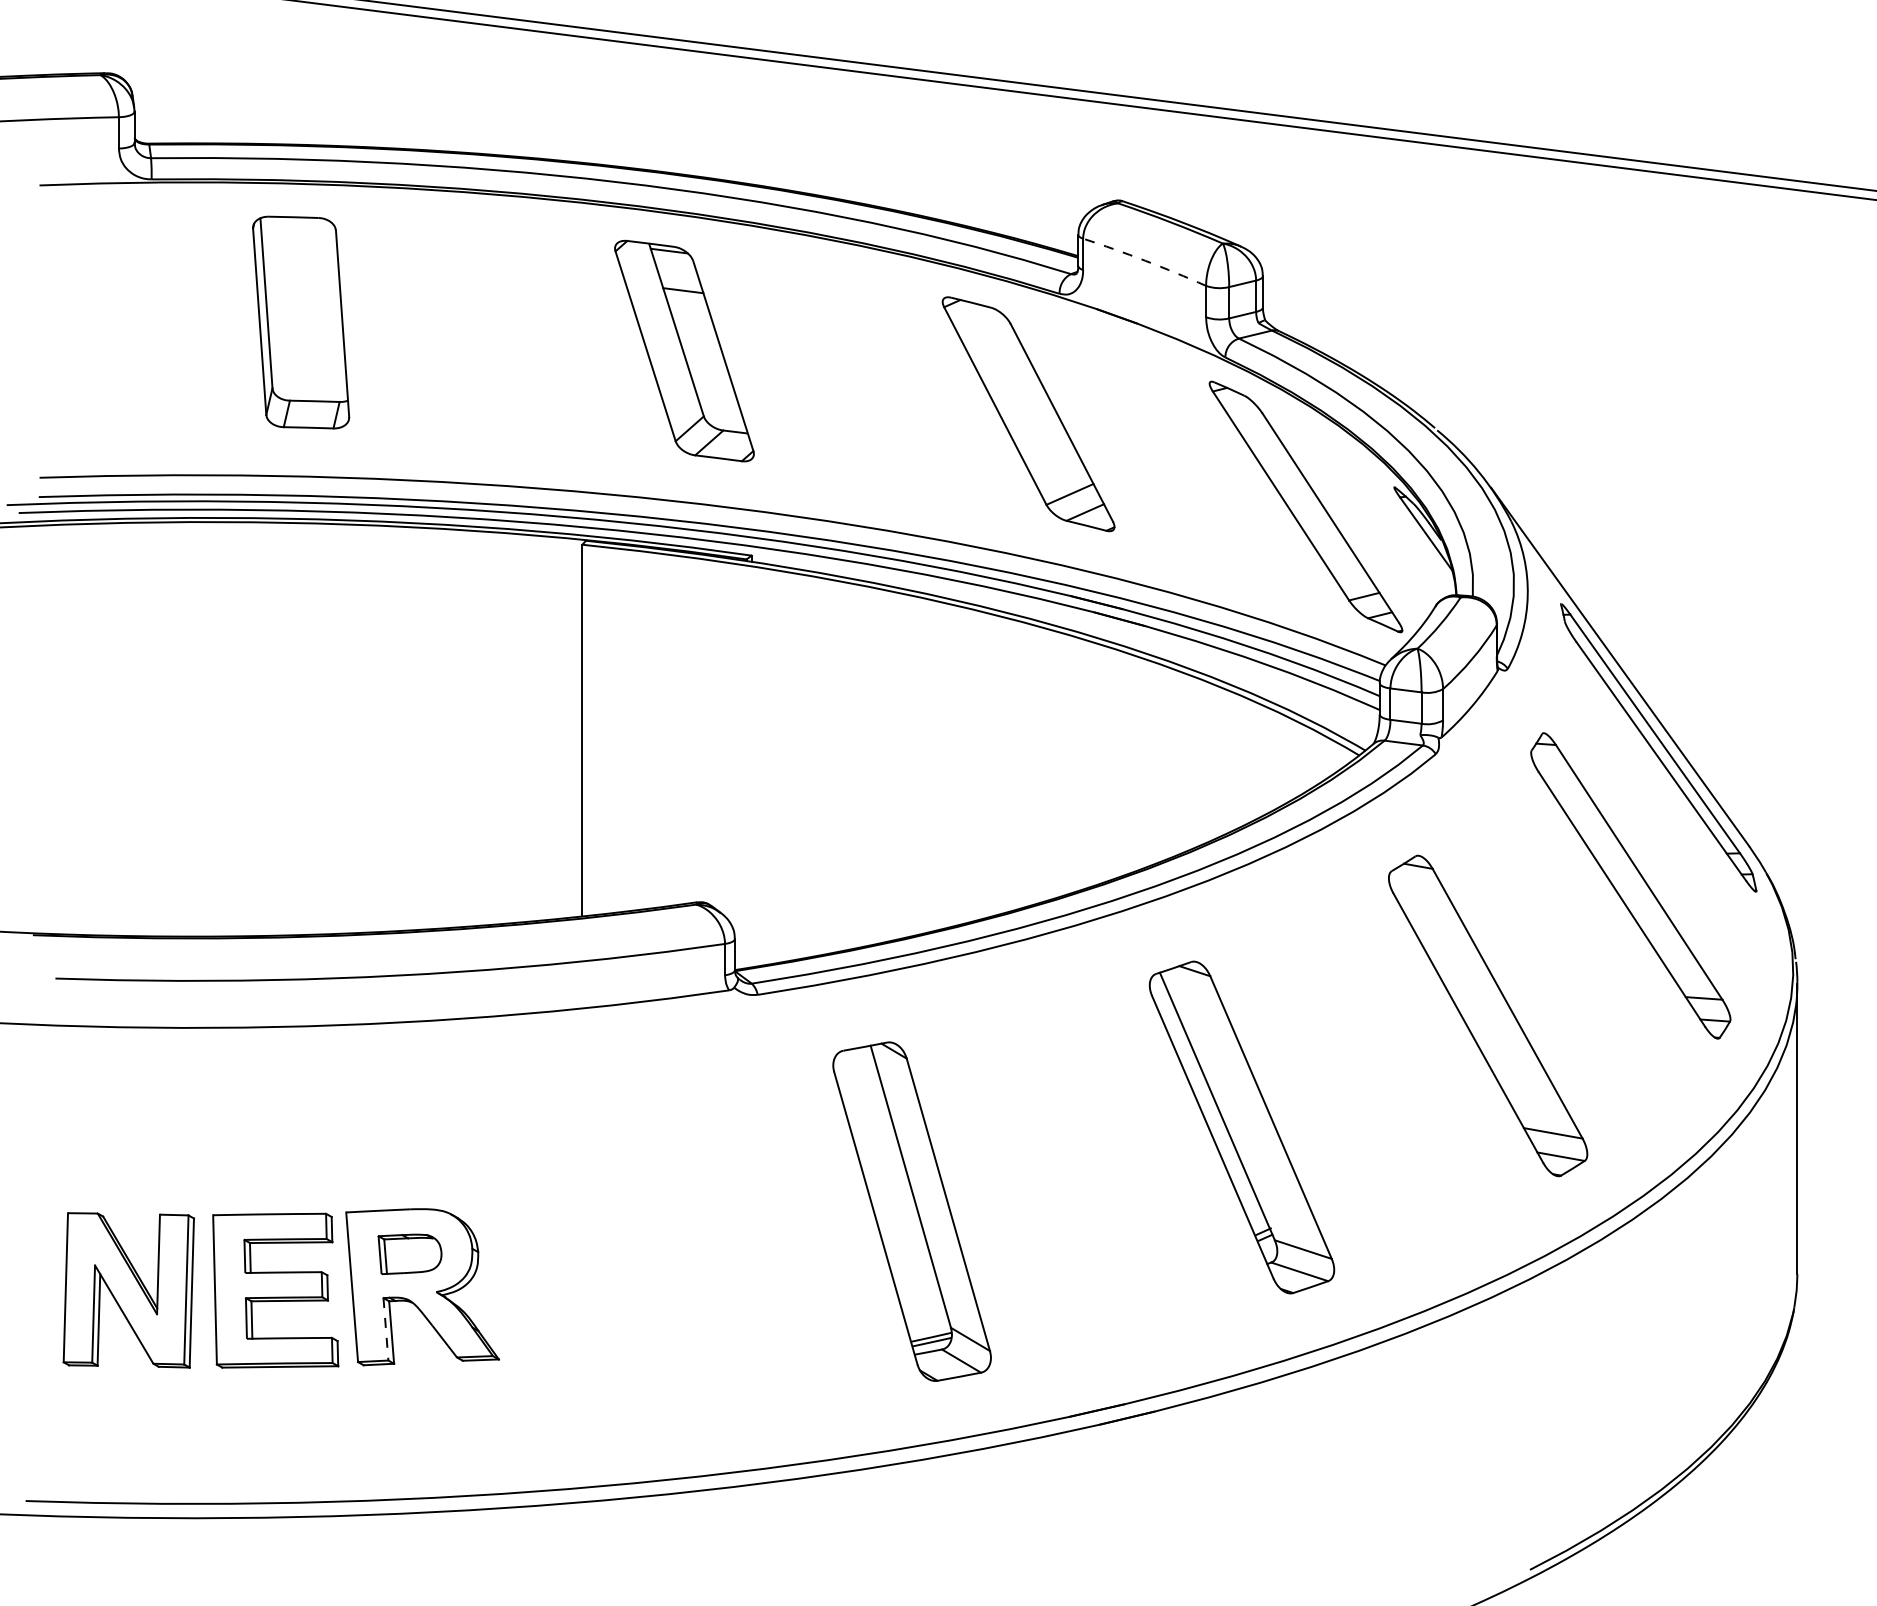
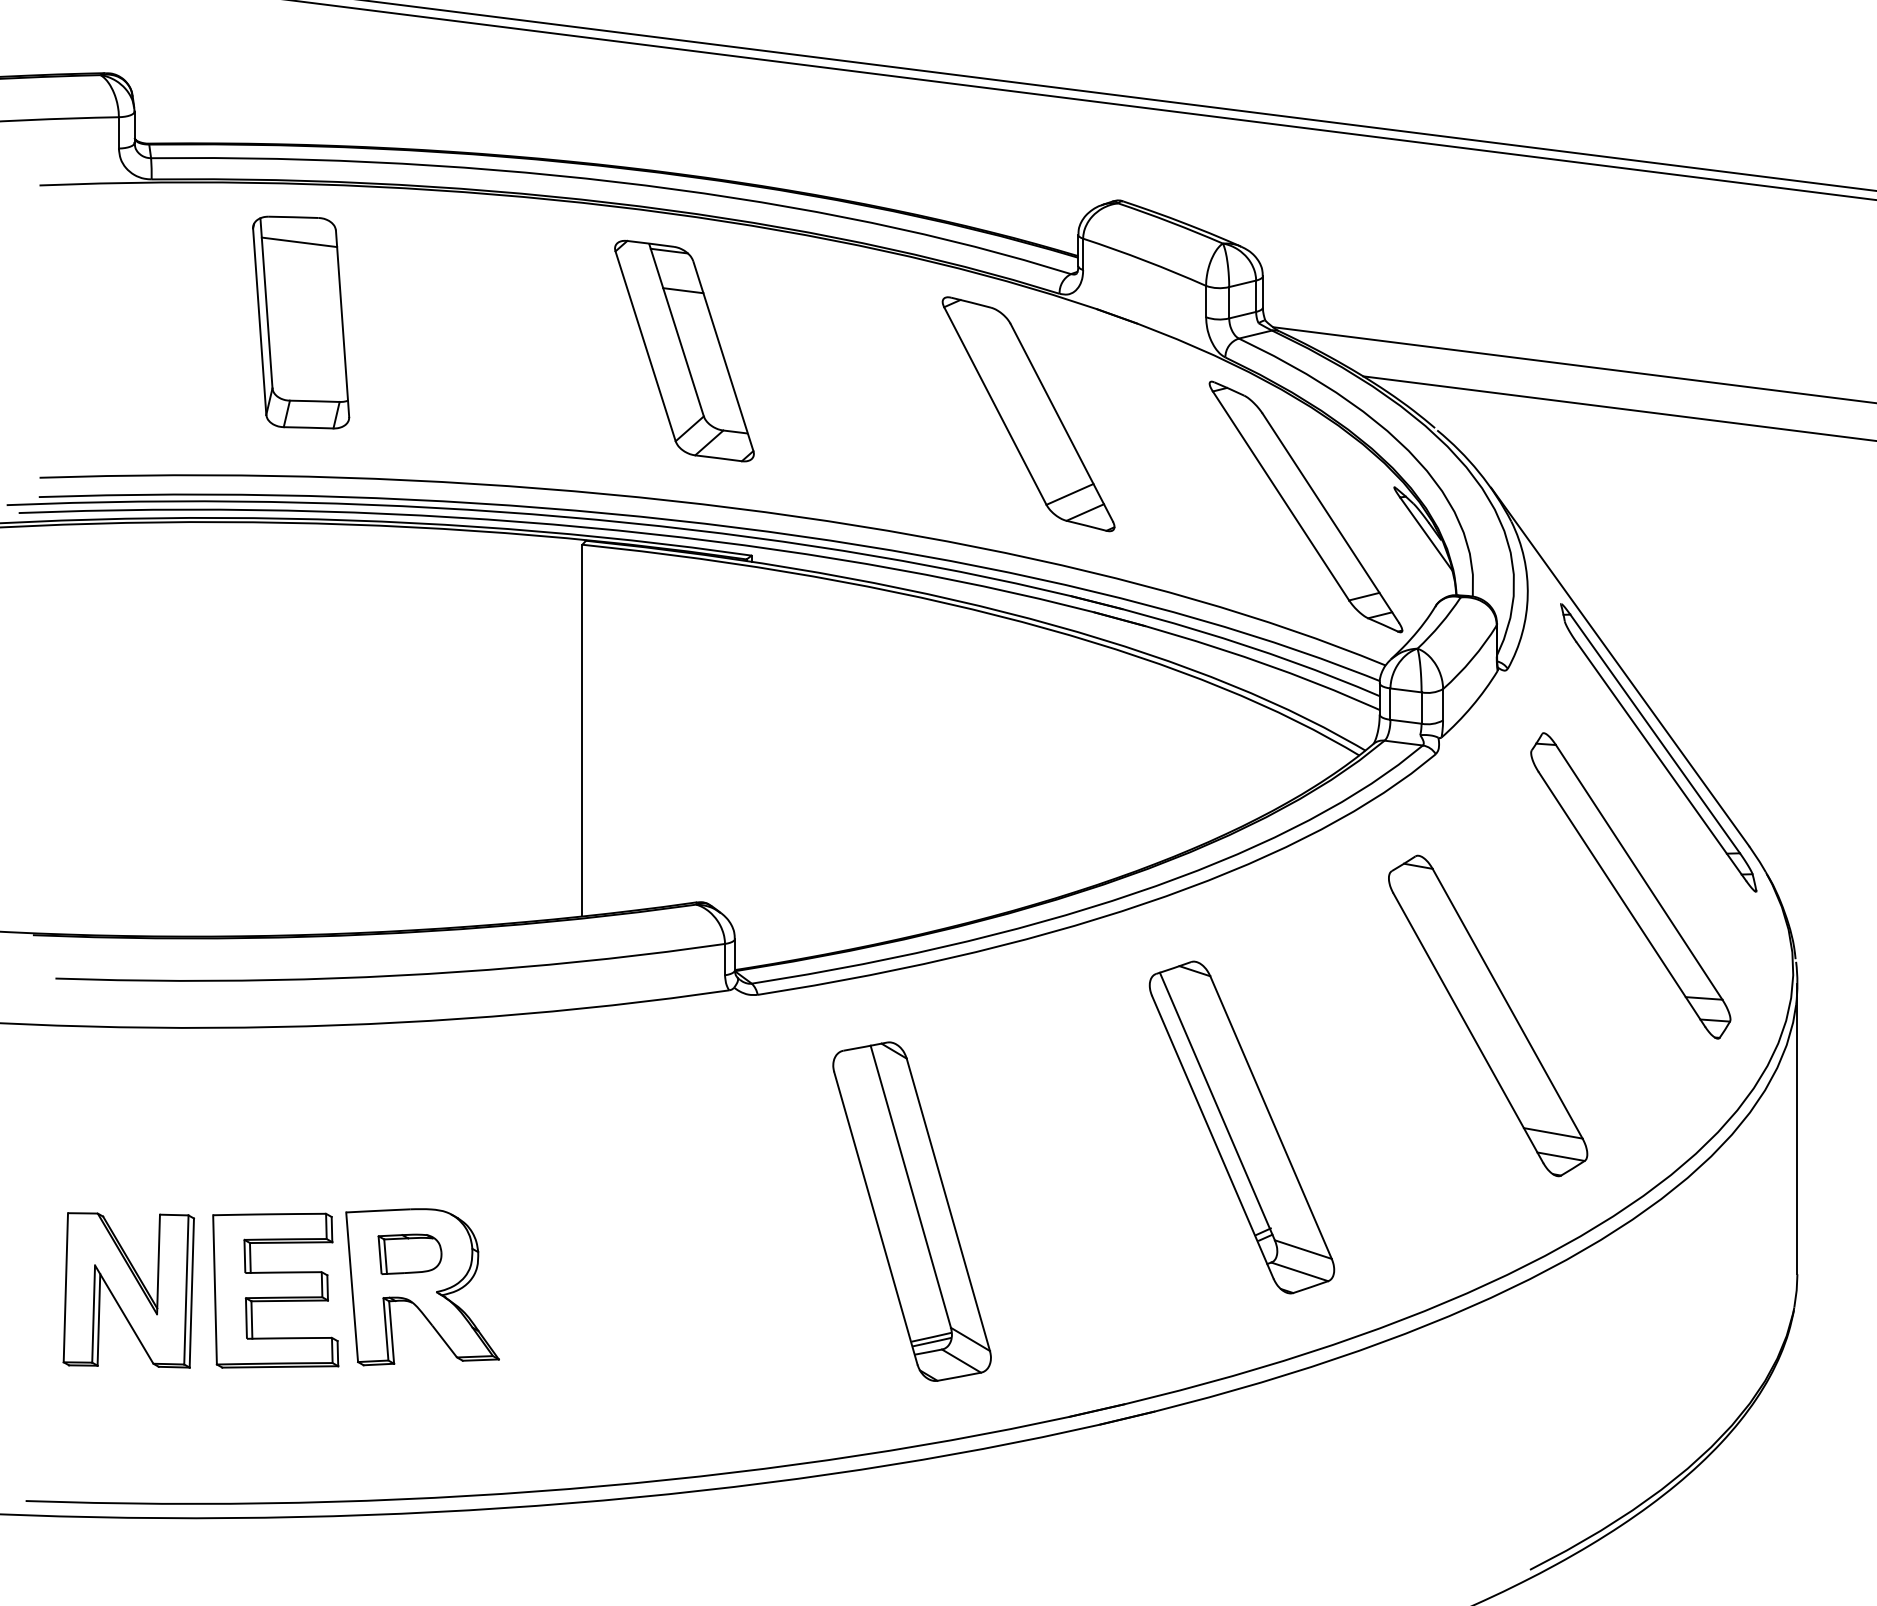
line at (299, 242): none -> present
arc at (1145, 260): dashed -> solid
line at (1573, 364): none -> present
line at (1618, 408): none -> present
line at (385, 1329): dashed -> solid
